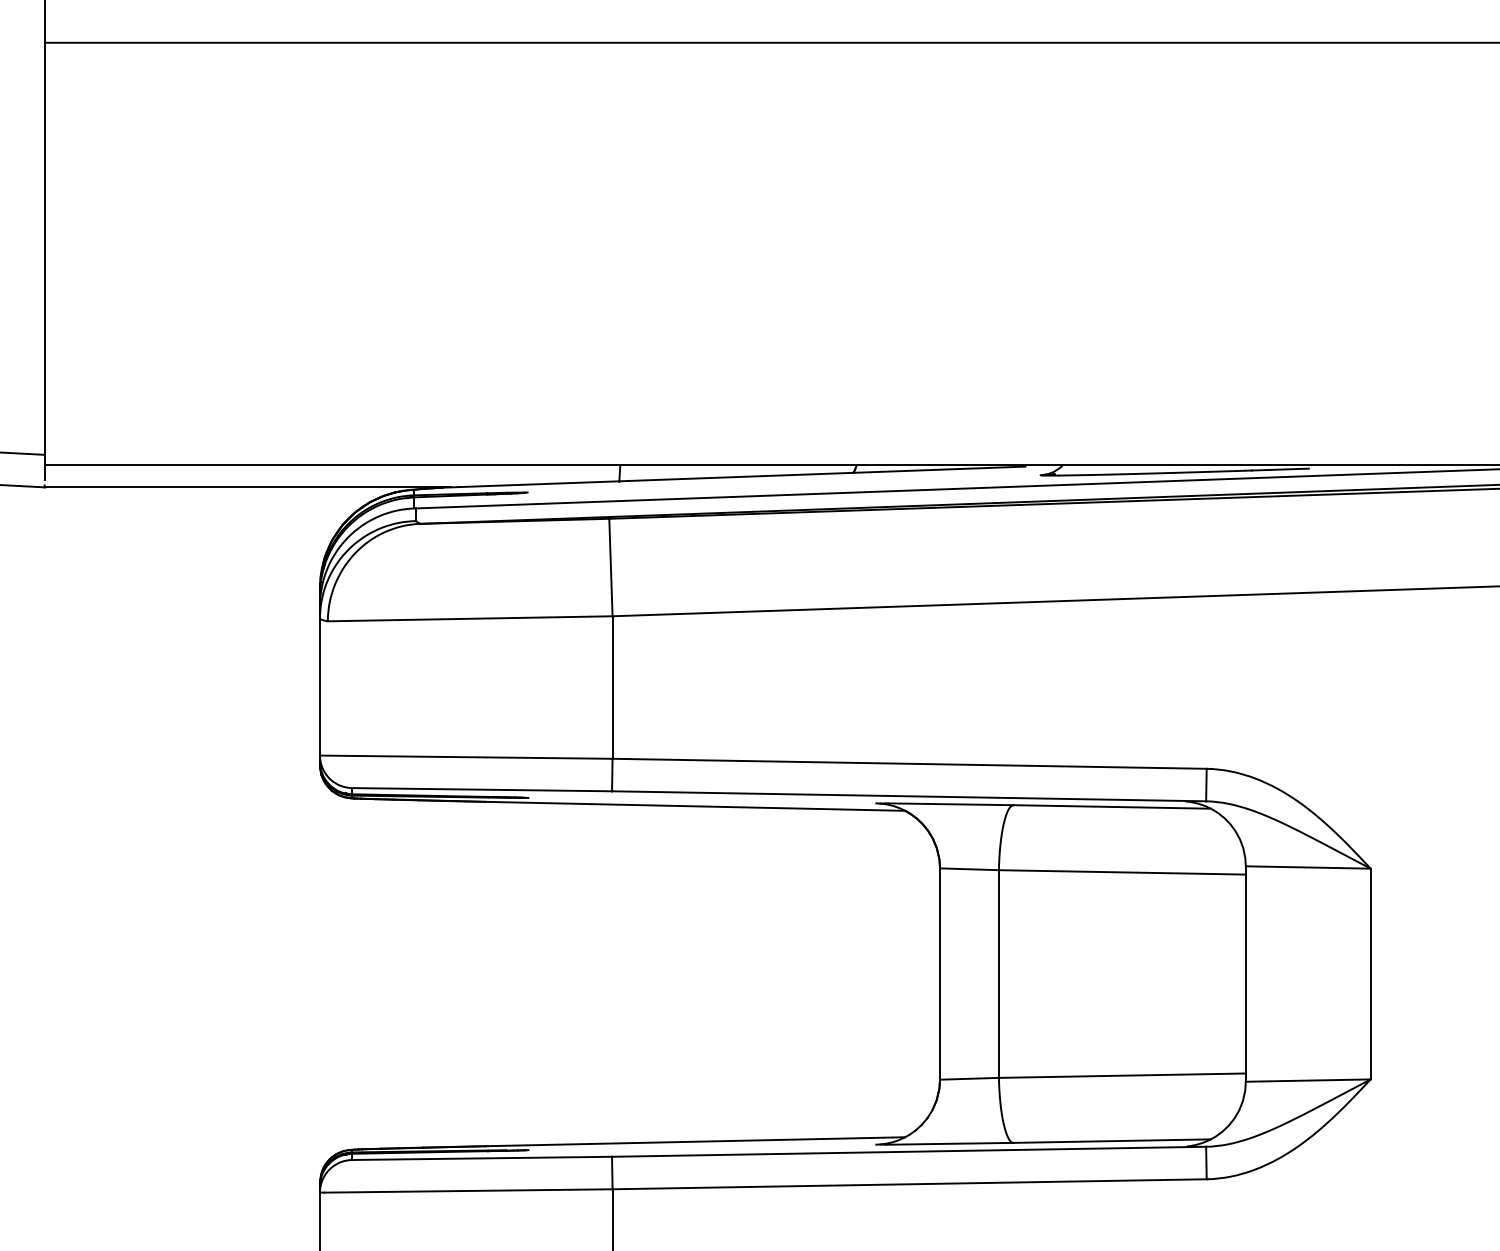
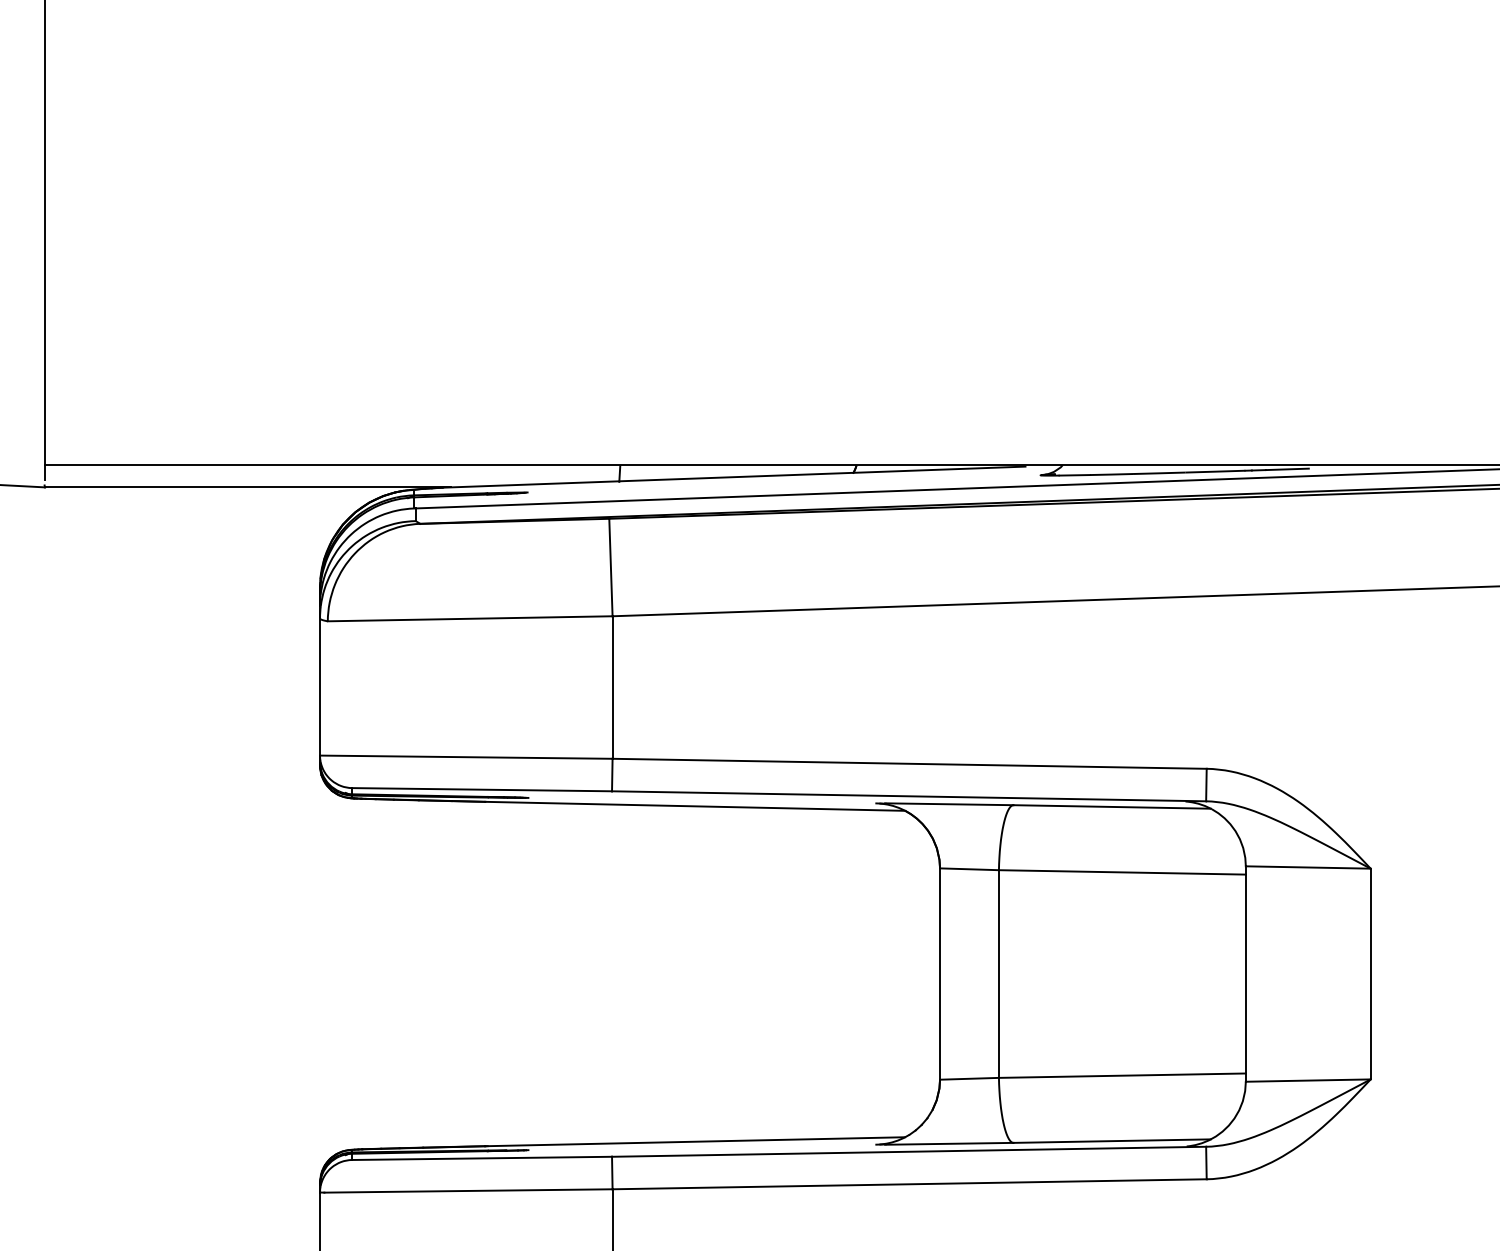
line at (770, 42): present -> none
line at (23, 453): present -> none
